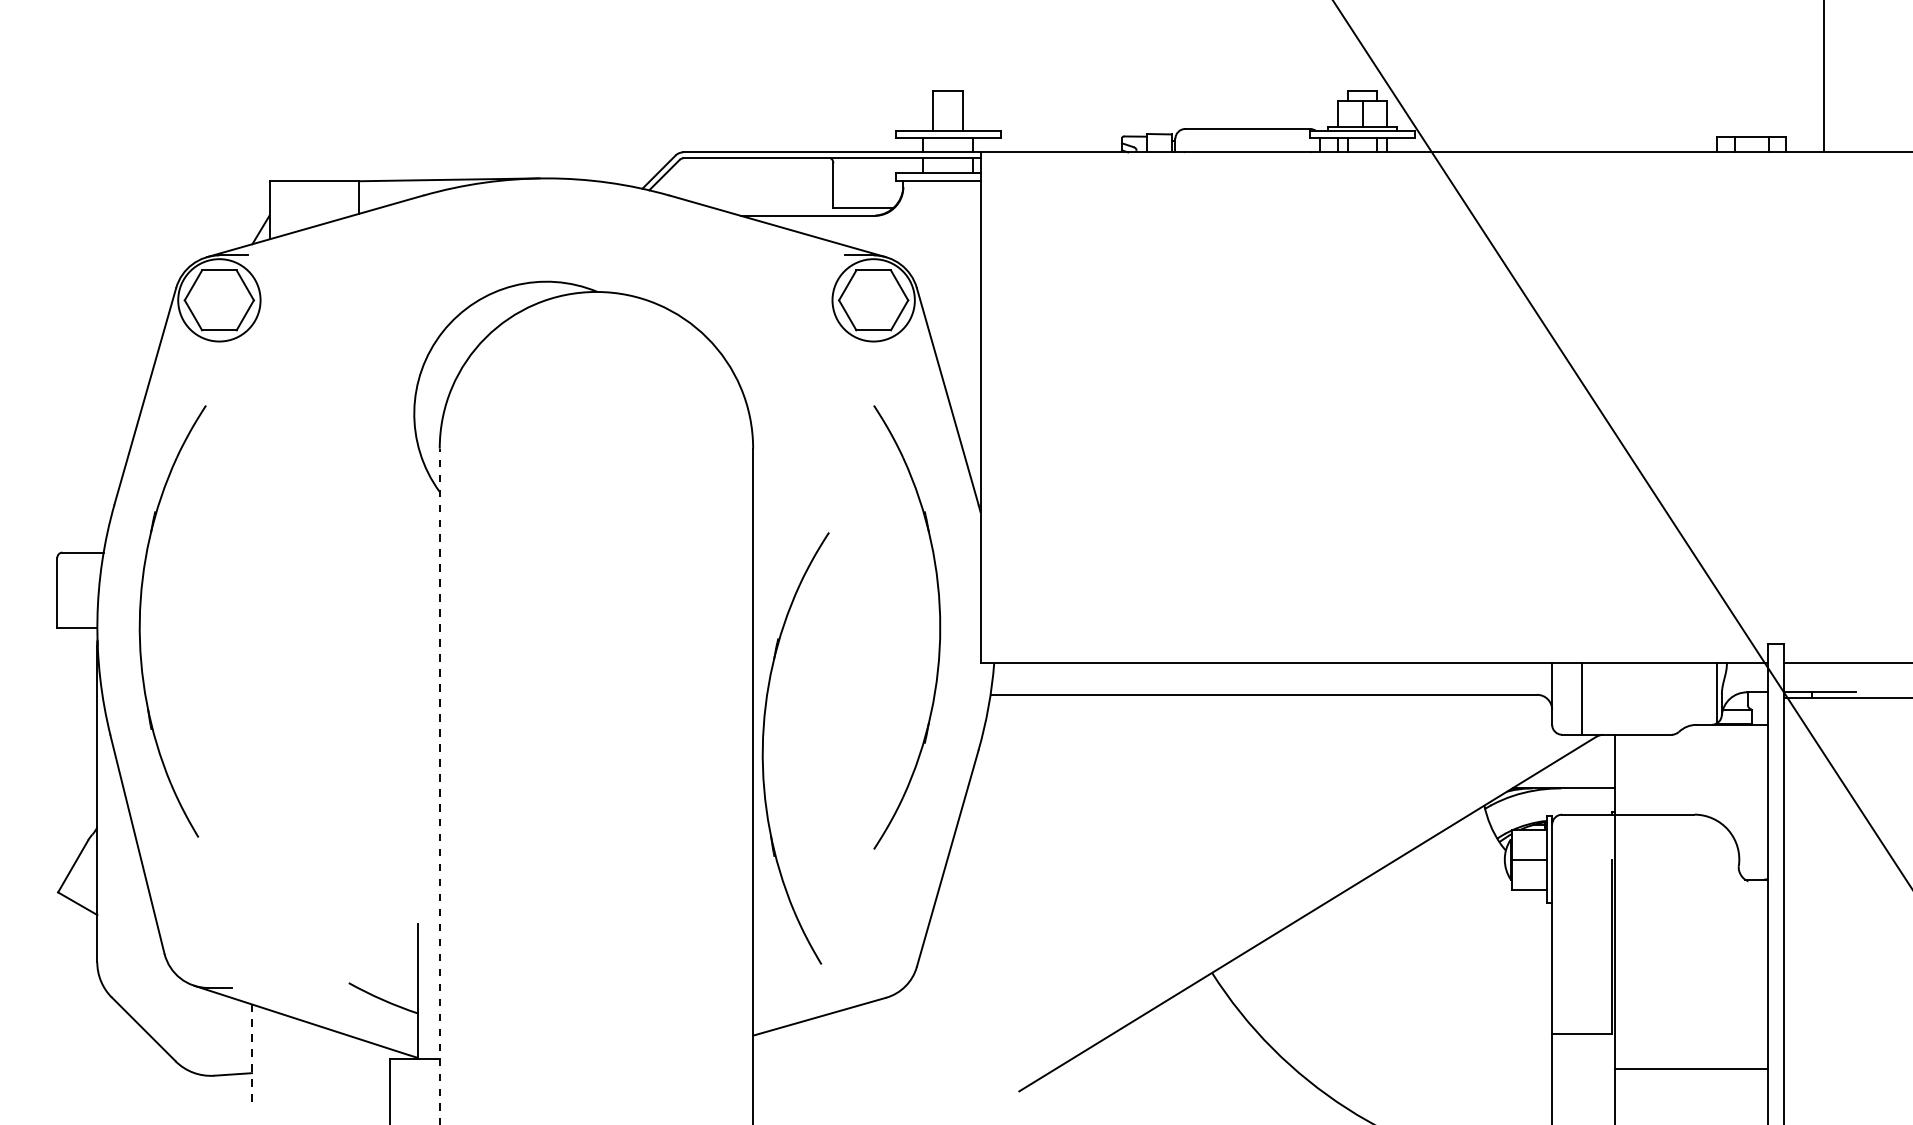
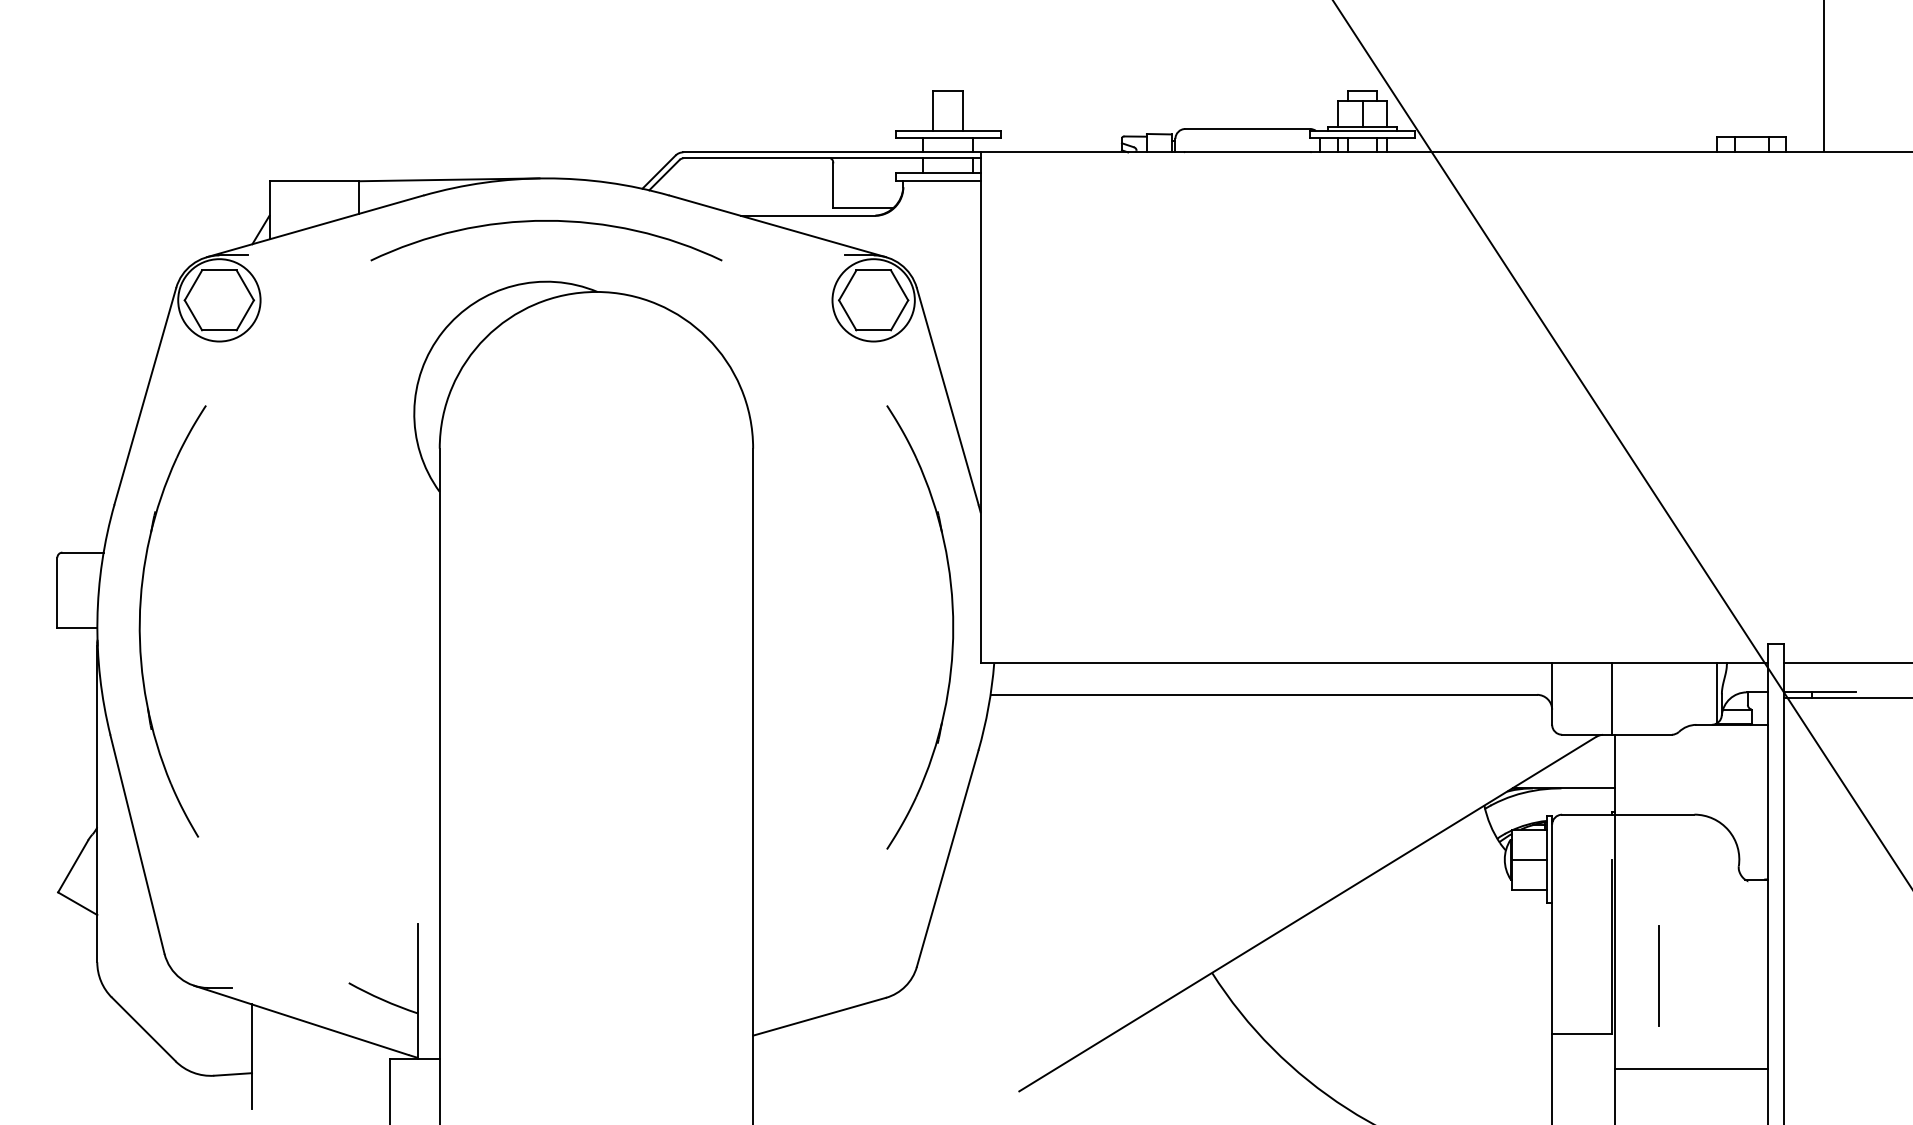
arc at (546, 221): none -> present
part at (939, 627) position: (939, 627) -> (952, 627)
line at (1582, 698) position: (1582, 698) -> (1612, 698)
part at (763, 748): present -> none
line at (439, 786): dashed -> solid
line at (1659, 975): none -> present
line at (252, 1057): dashed -> solid
